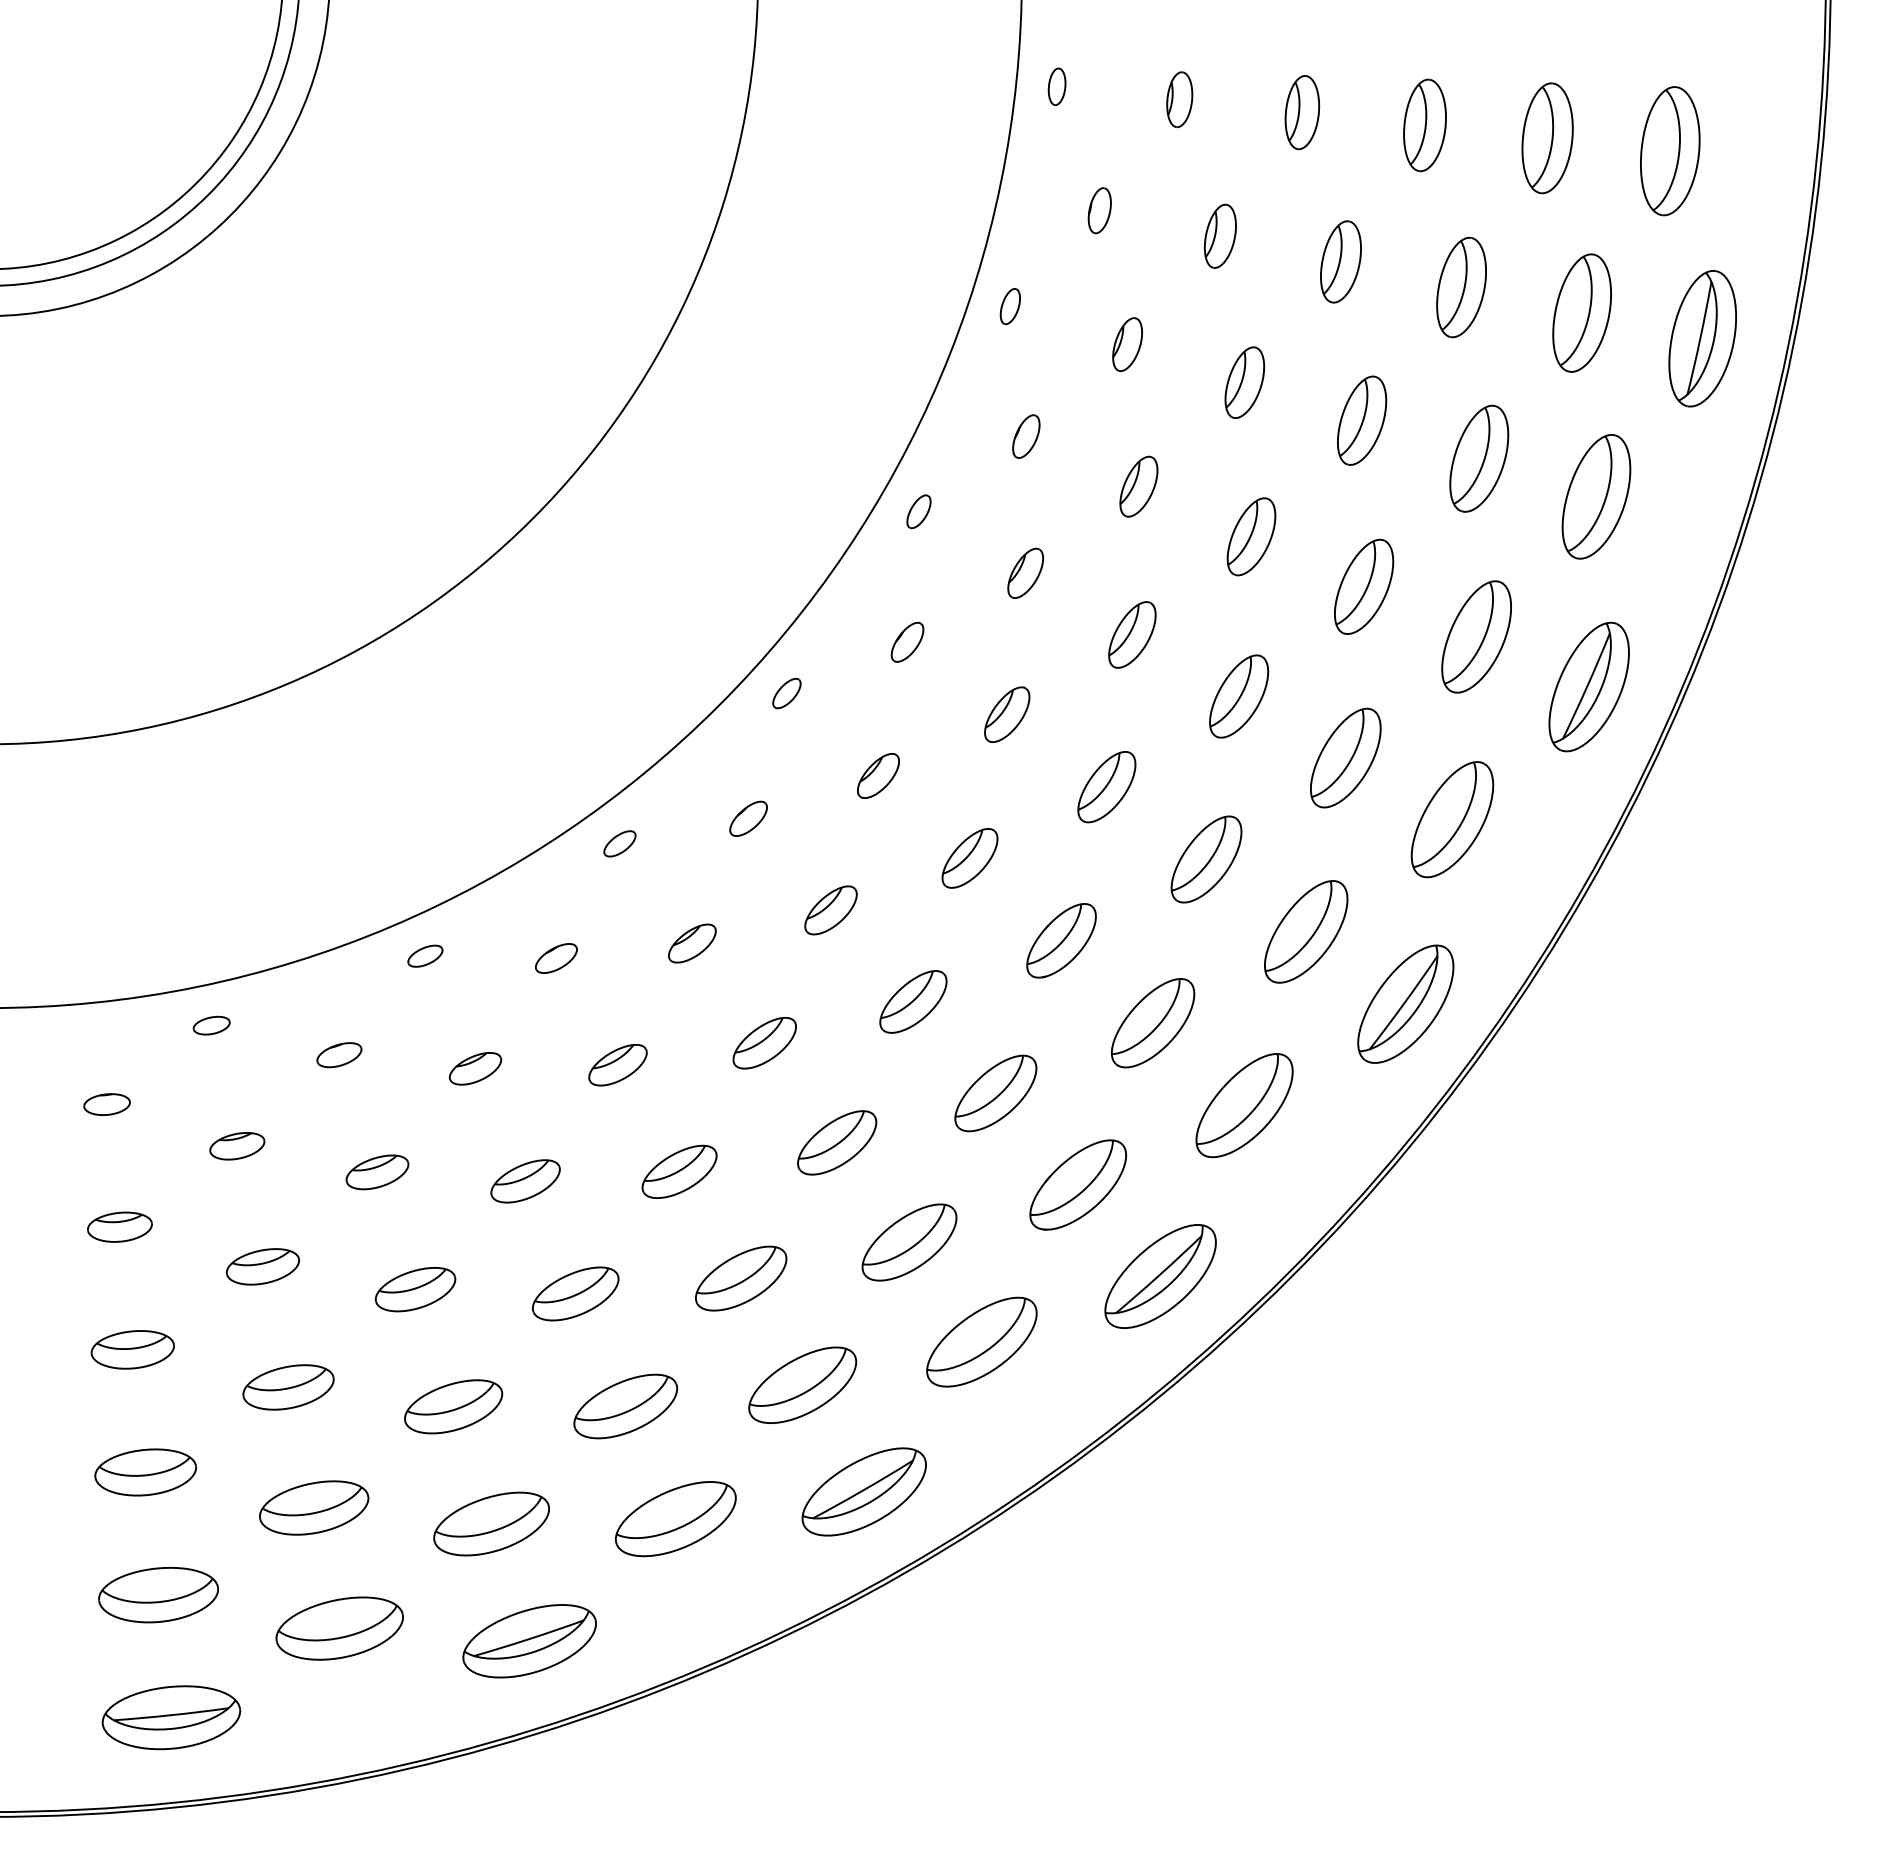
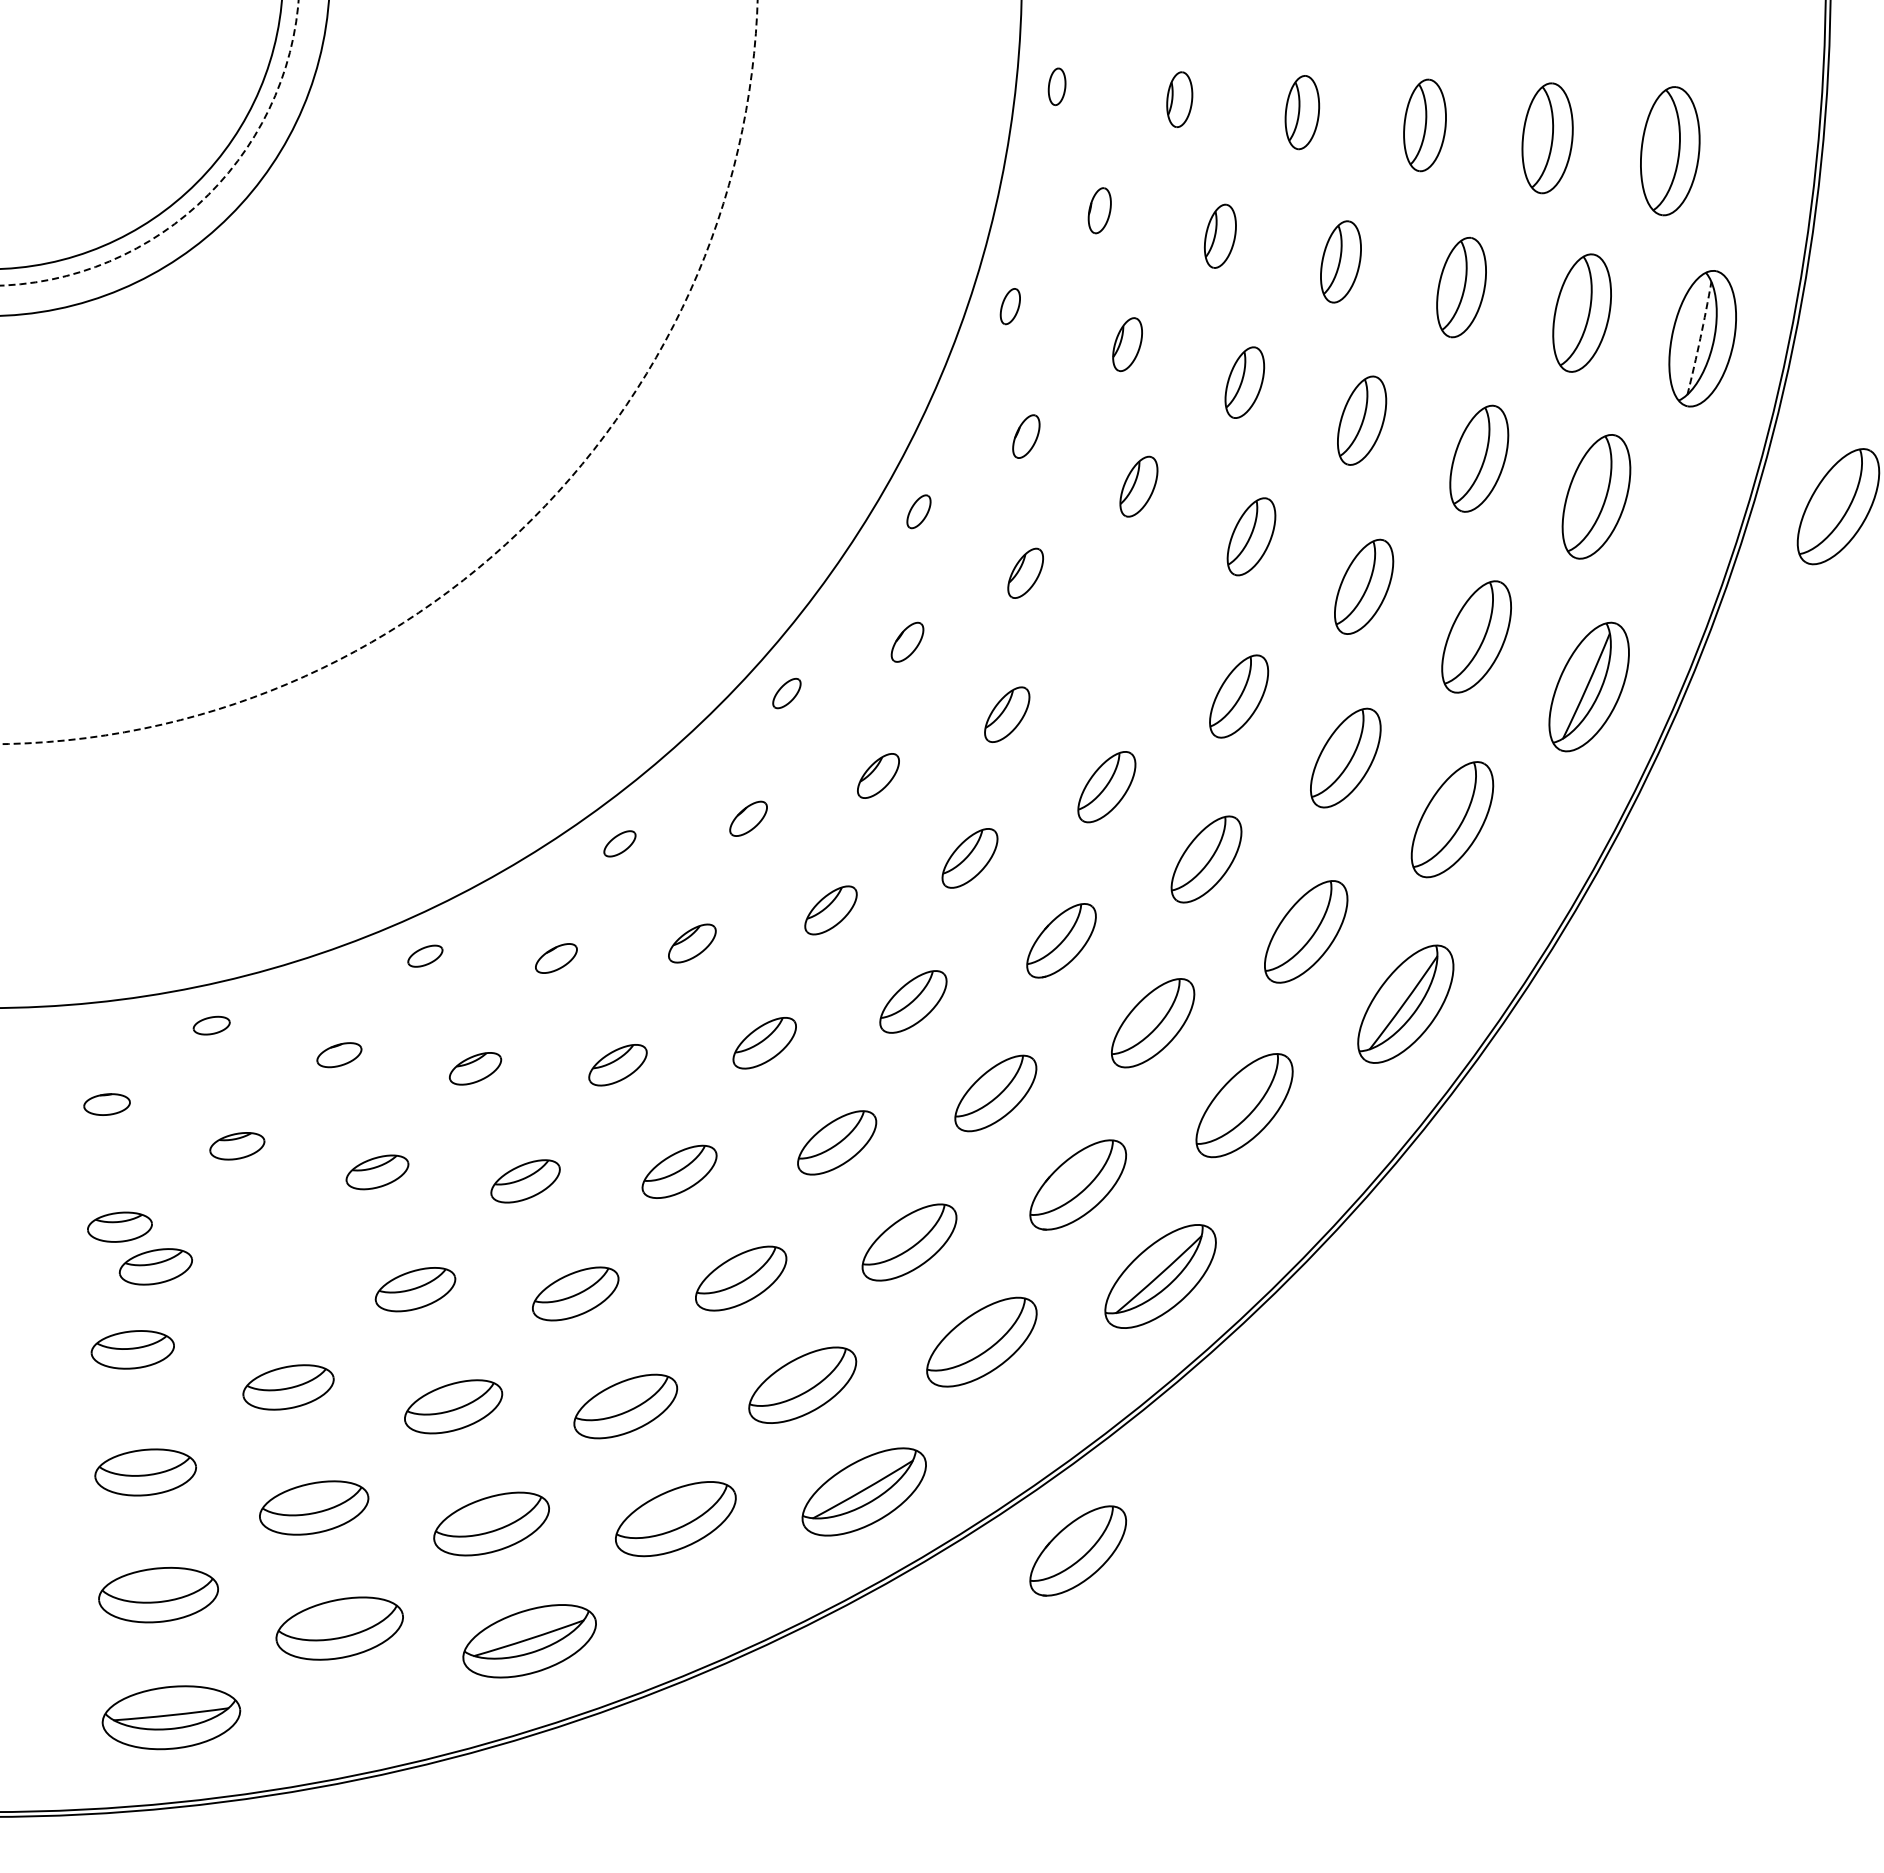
circle at (149, 142): solid -> dashed
arc at (1700, 338): solid -> dashed
circle at (378, 372): solid -> dashed
part at (1838, 506): none -> present
part at (1132, 634): present -> none
part at (262, 1266) position: (262, 1266) -> (155, 1266)
part at (1078, 1550): none -> present
